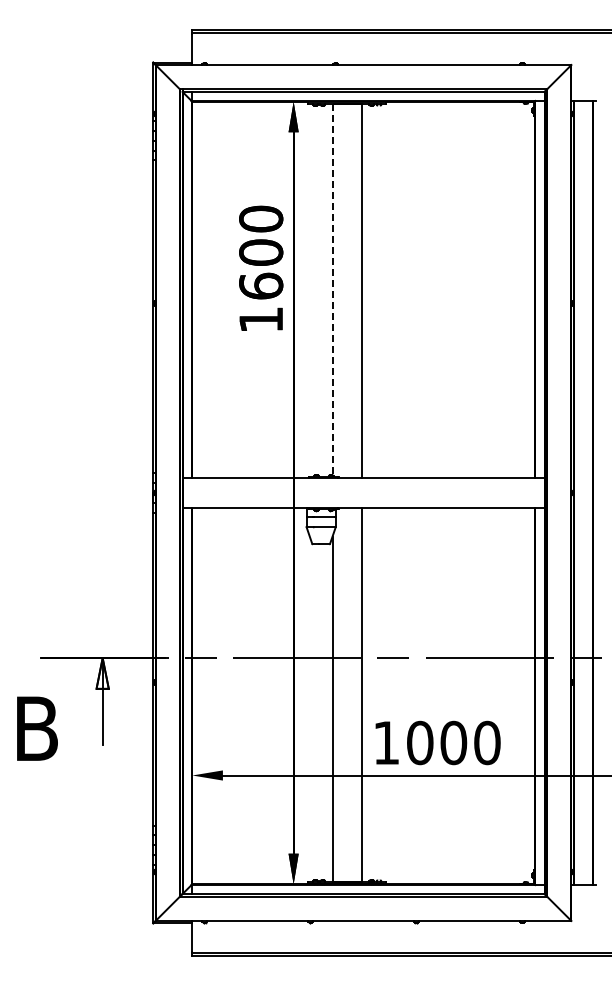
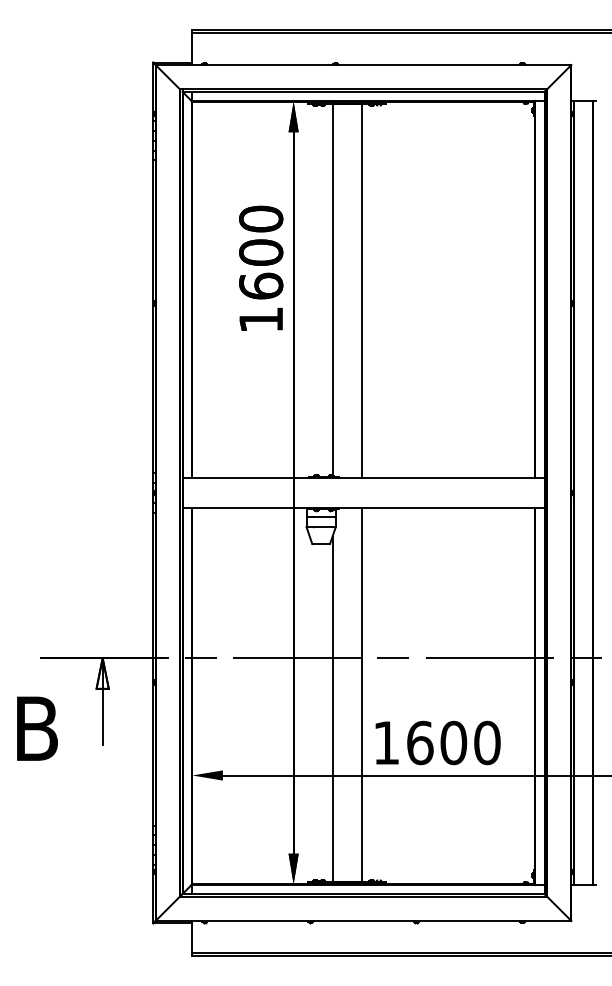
line at (332, 289): dashed -> solid
text at (420, 742): 1000 -> 1600
